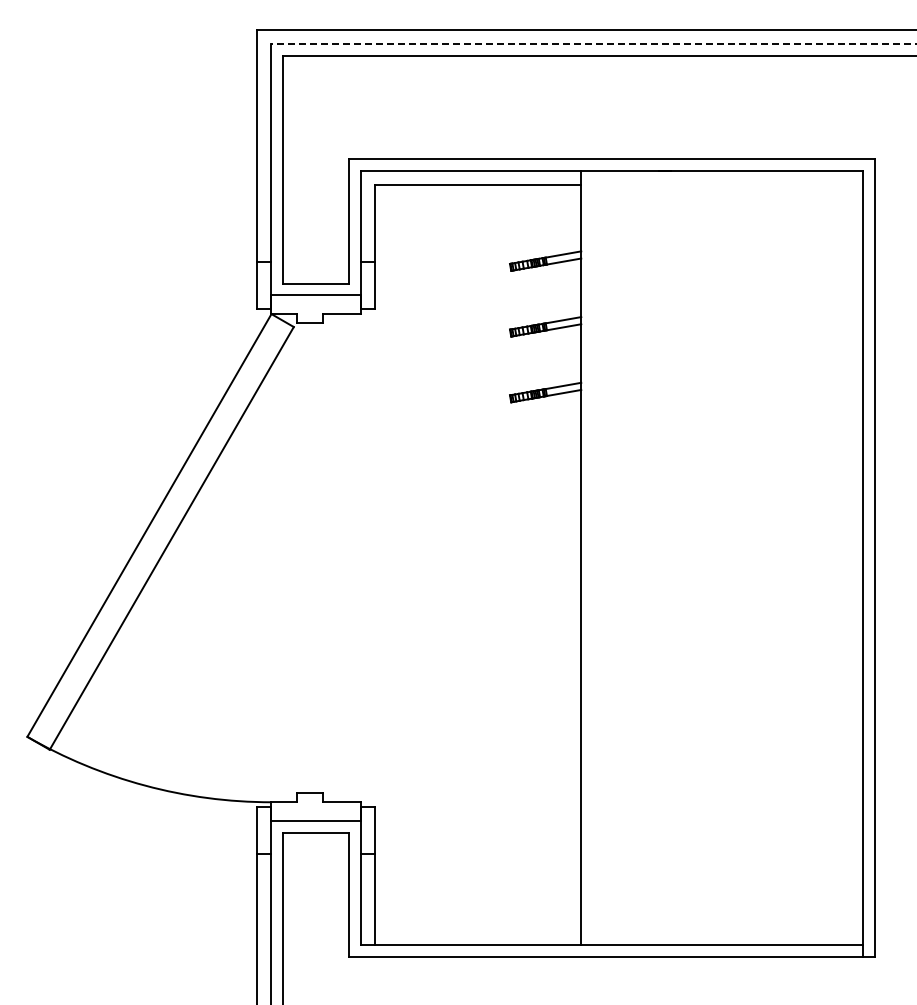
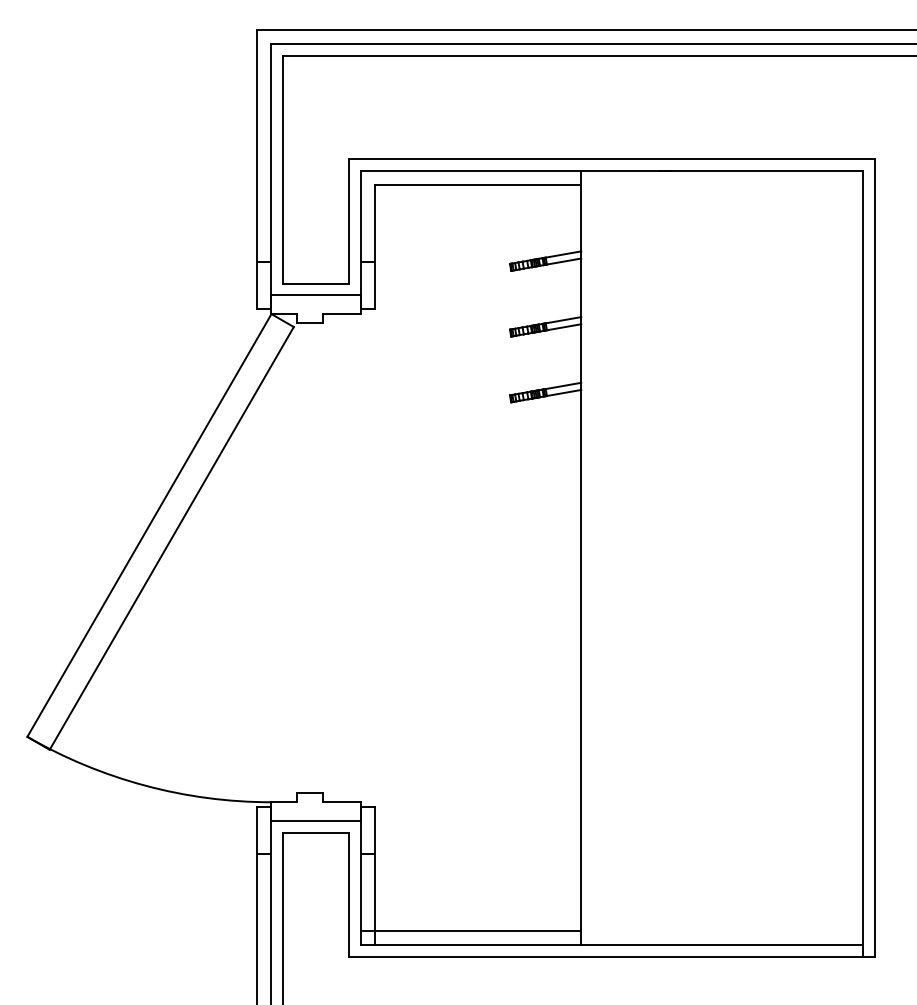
line at (593, 44): dashed -> solid
line at (470, 931): none -> present
